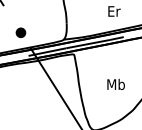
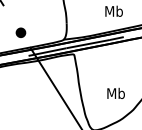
text at (113, 10): Er -> Mb
text at (115, 83) position: (115, 83) -> (115, 92)
